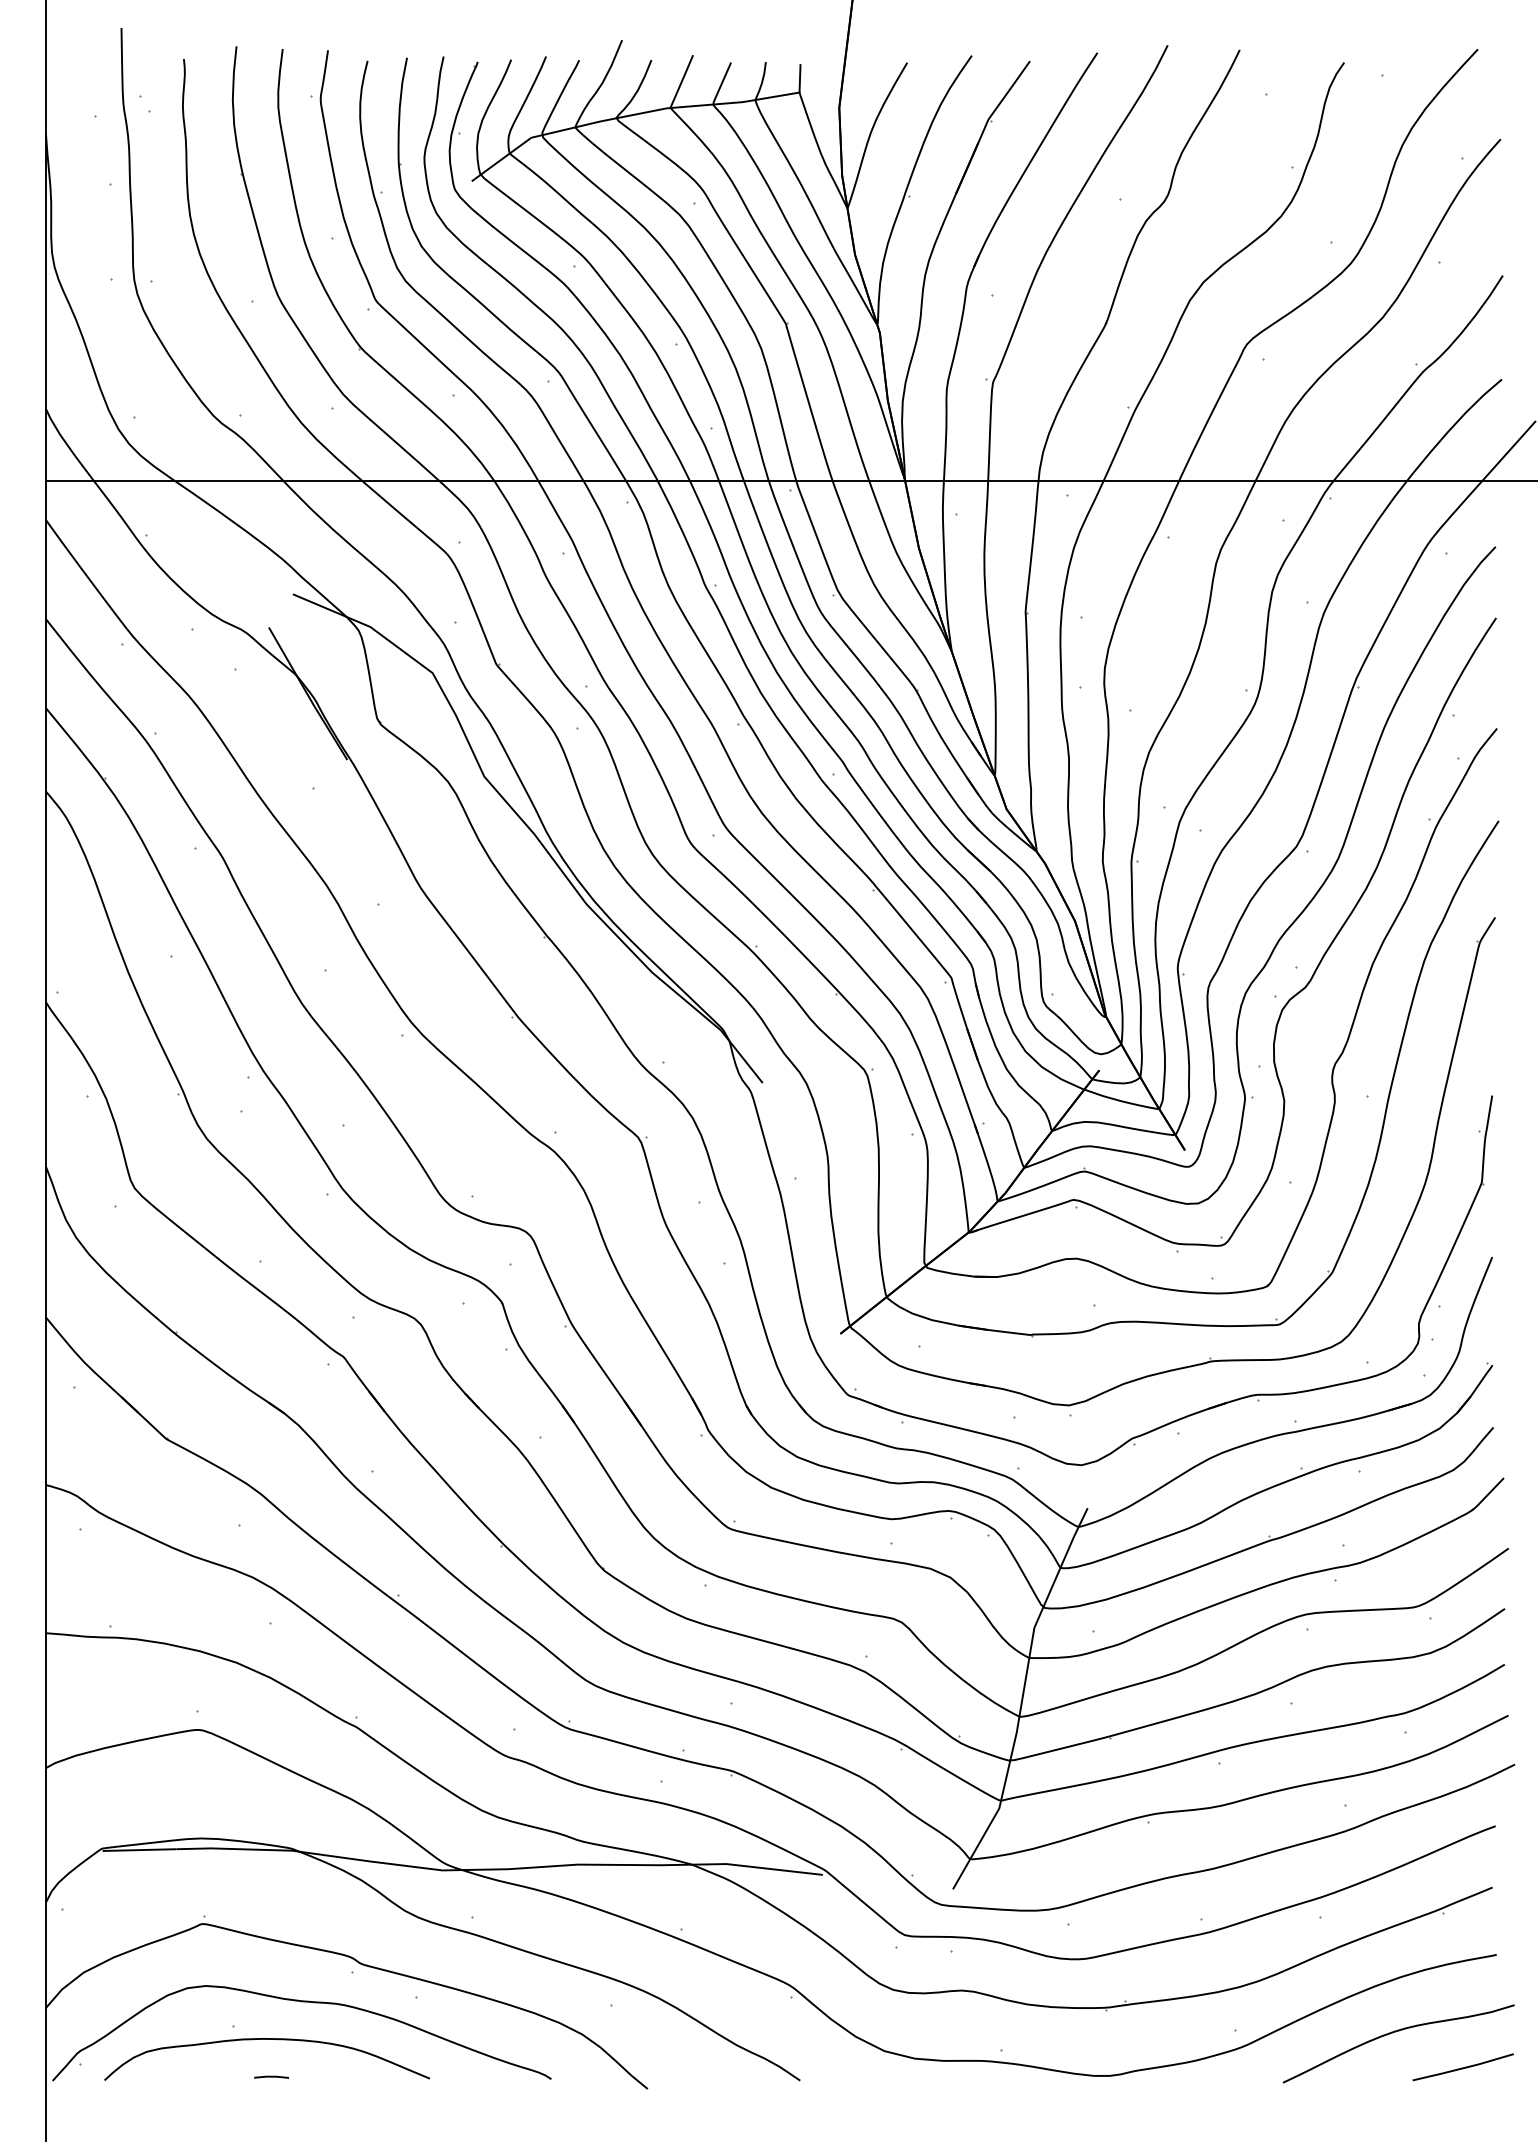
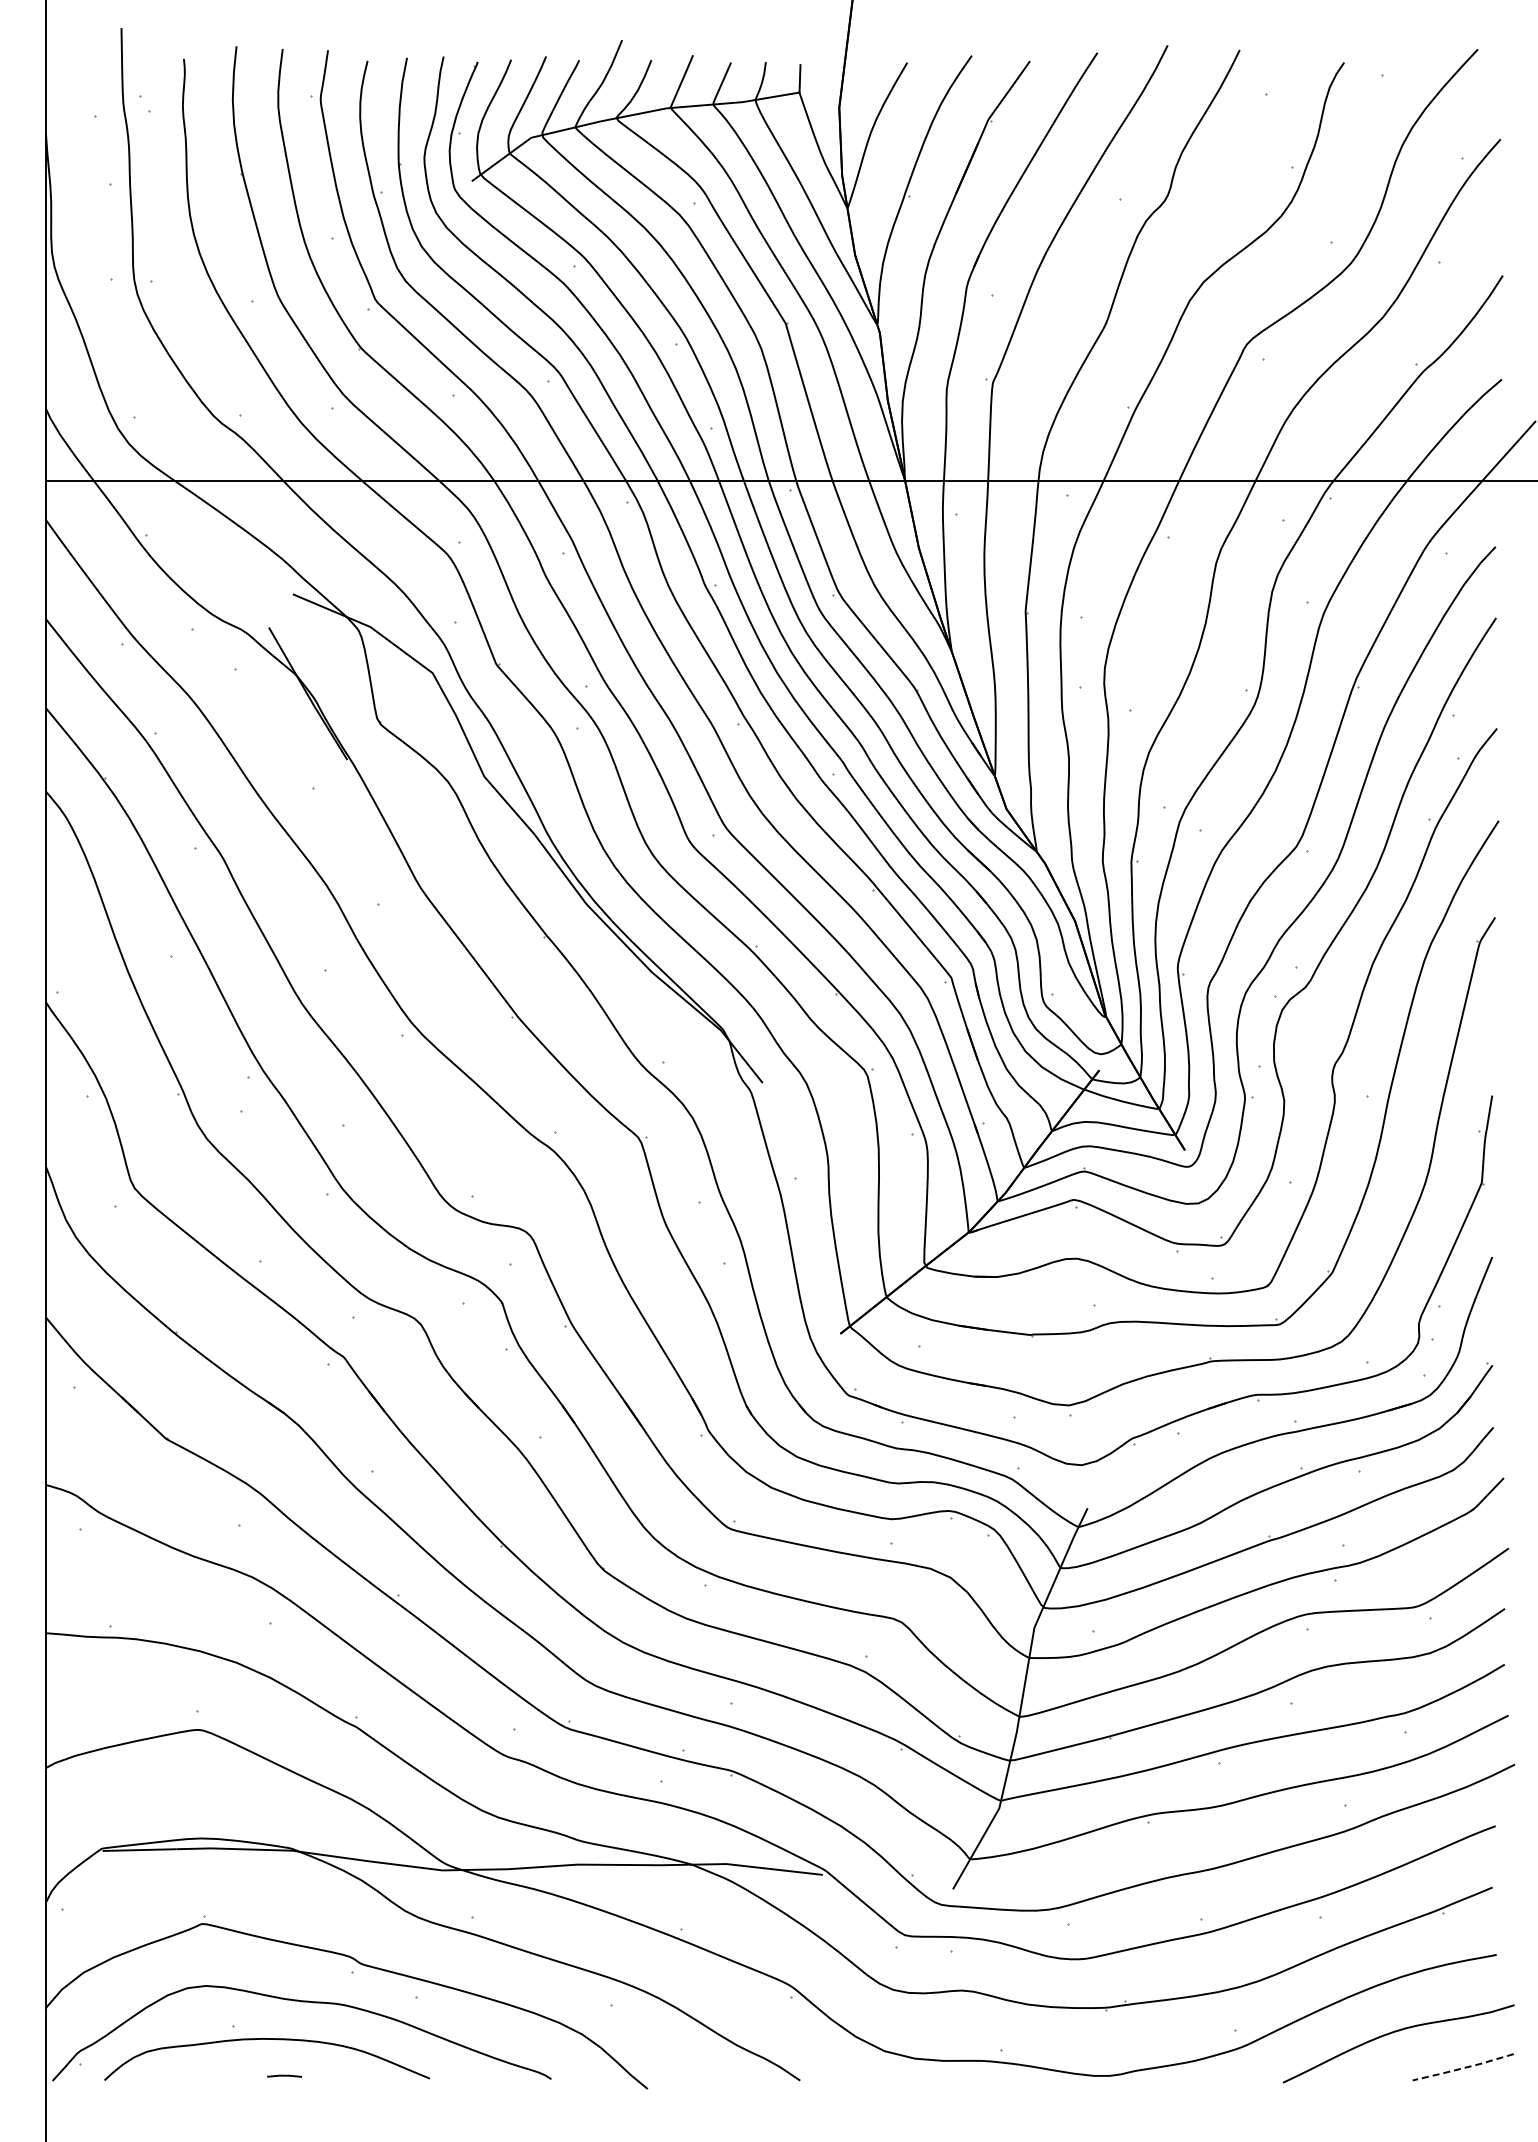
line at (1463, 2068): solid -> dashed
line at (271, 2076) position: (271, 2076) -> (284, 2075)
